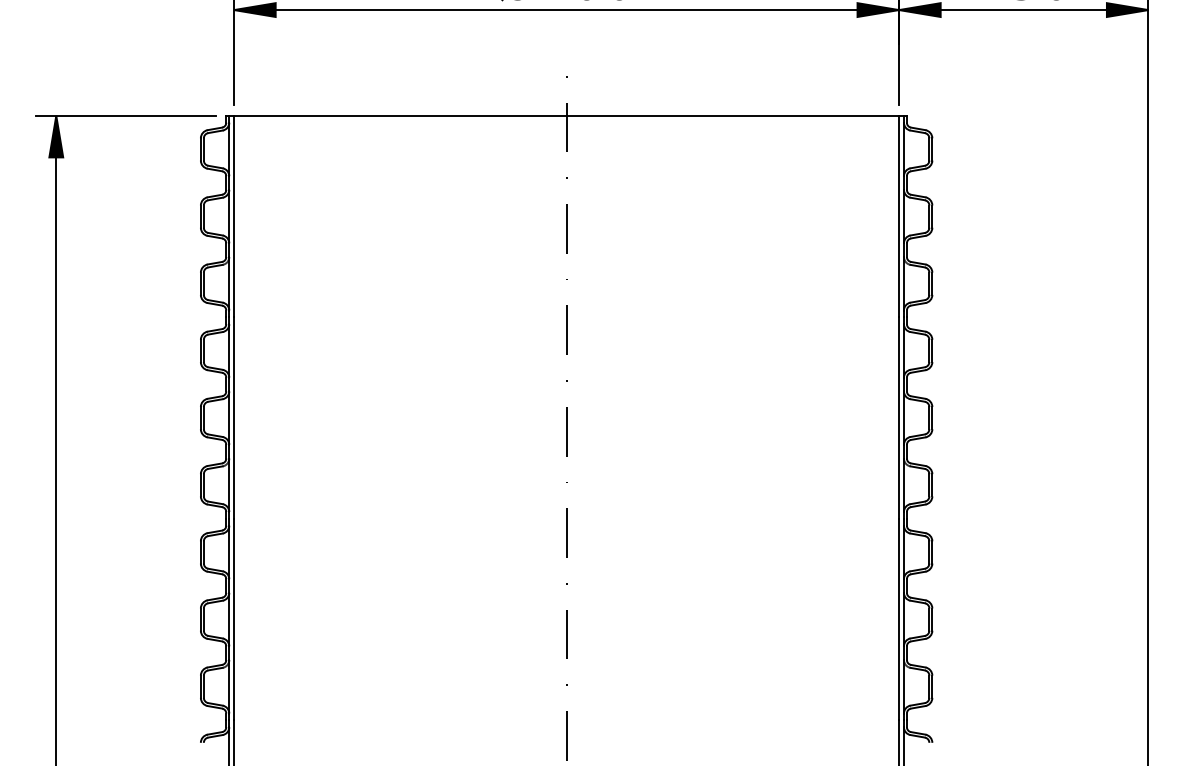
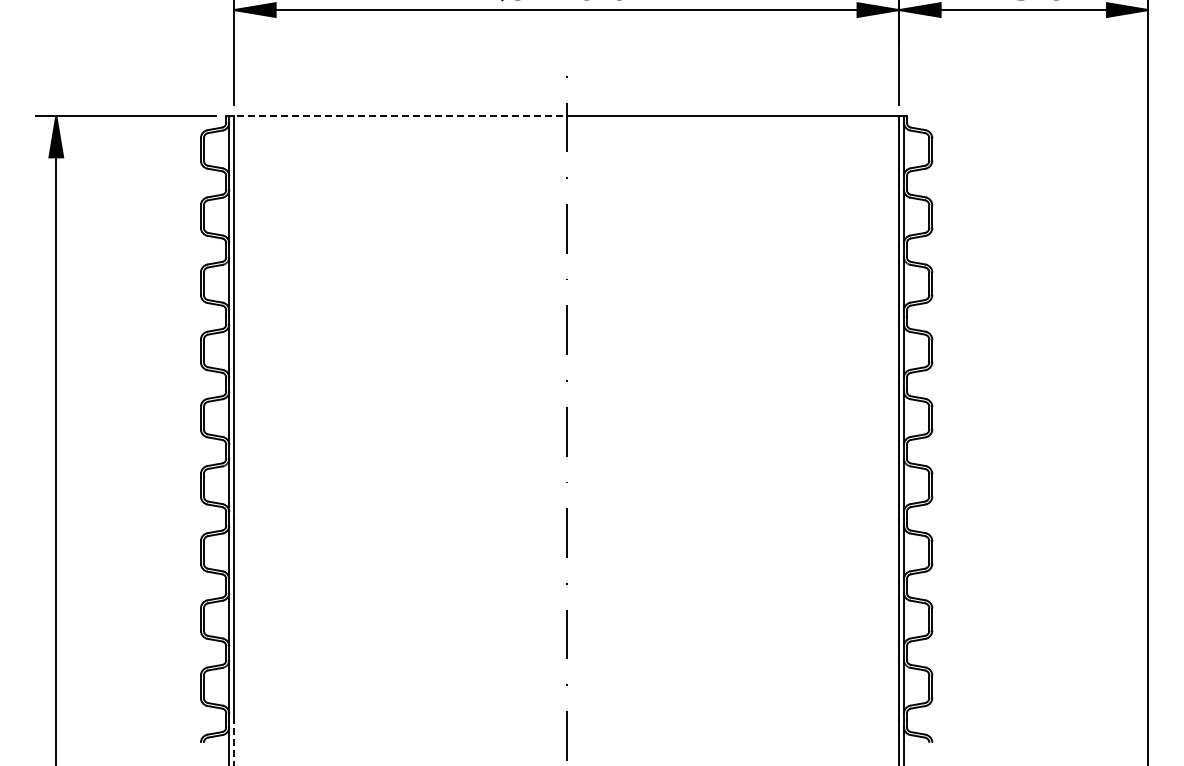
line at (396, 115): solid -> dashed
line at (234, 742): solid -> dashed
